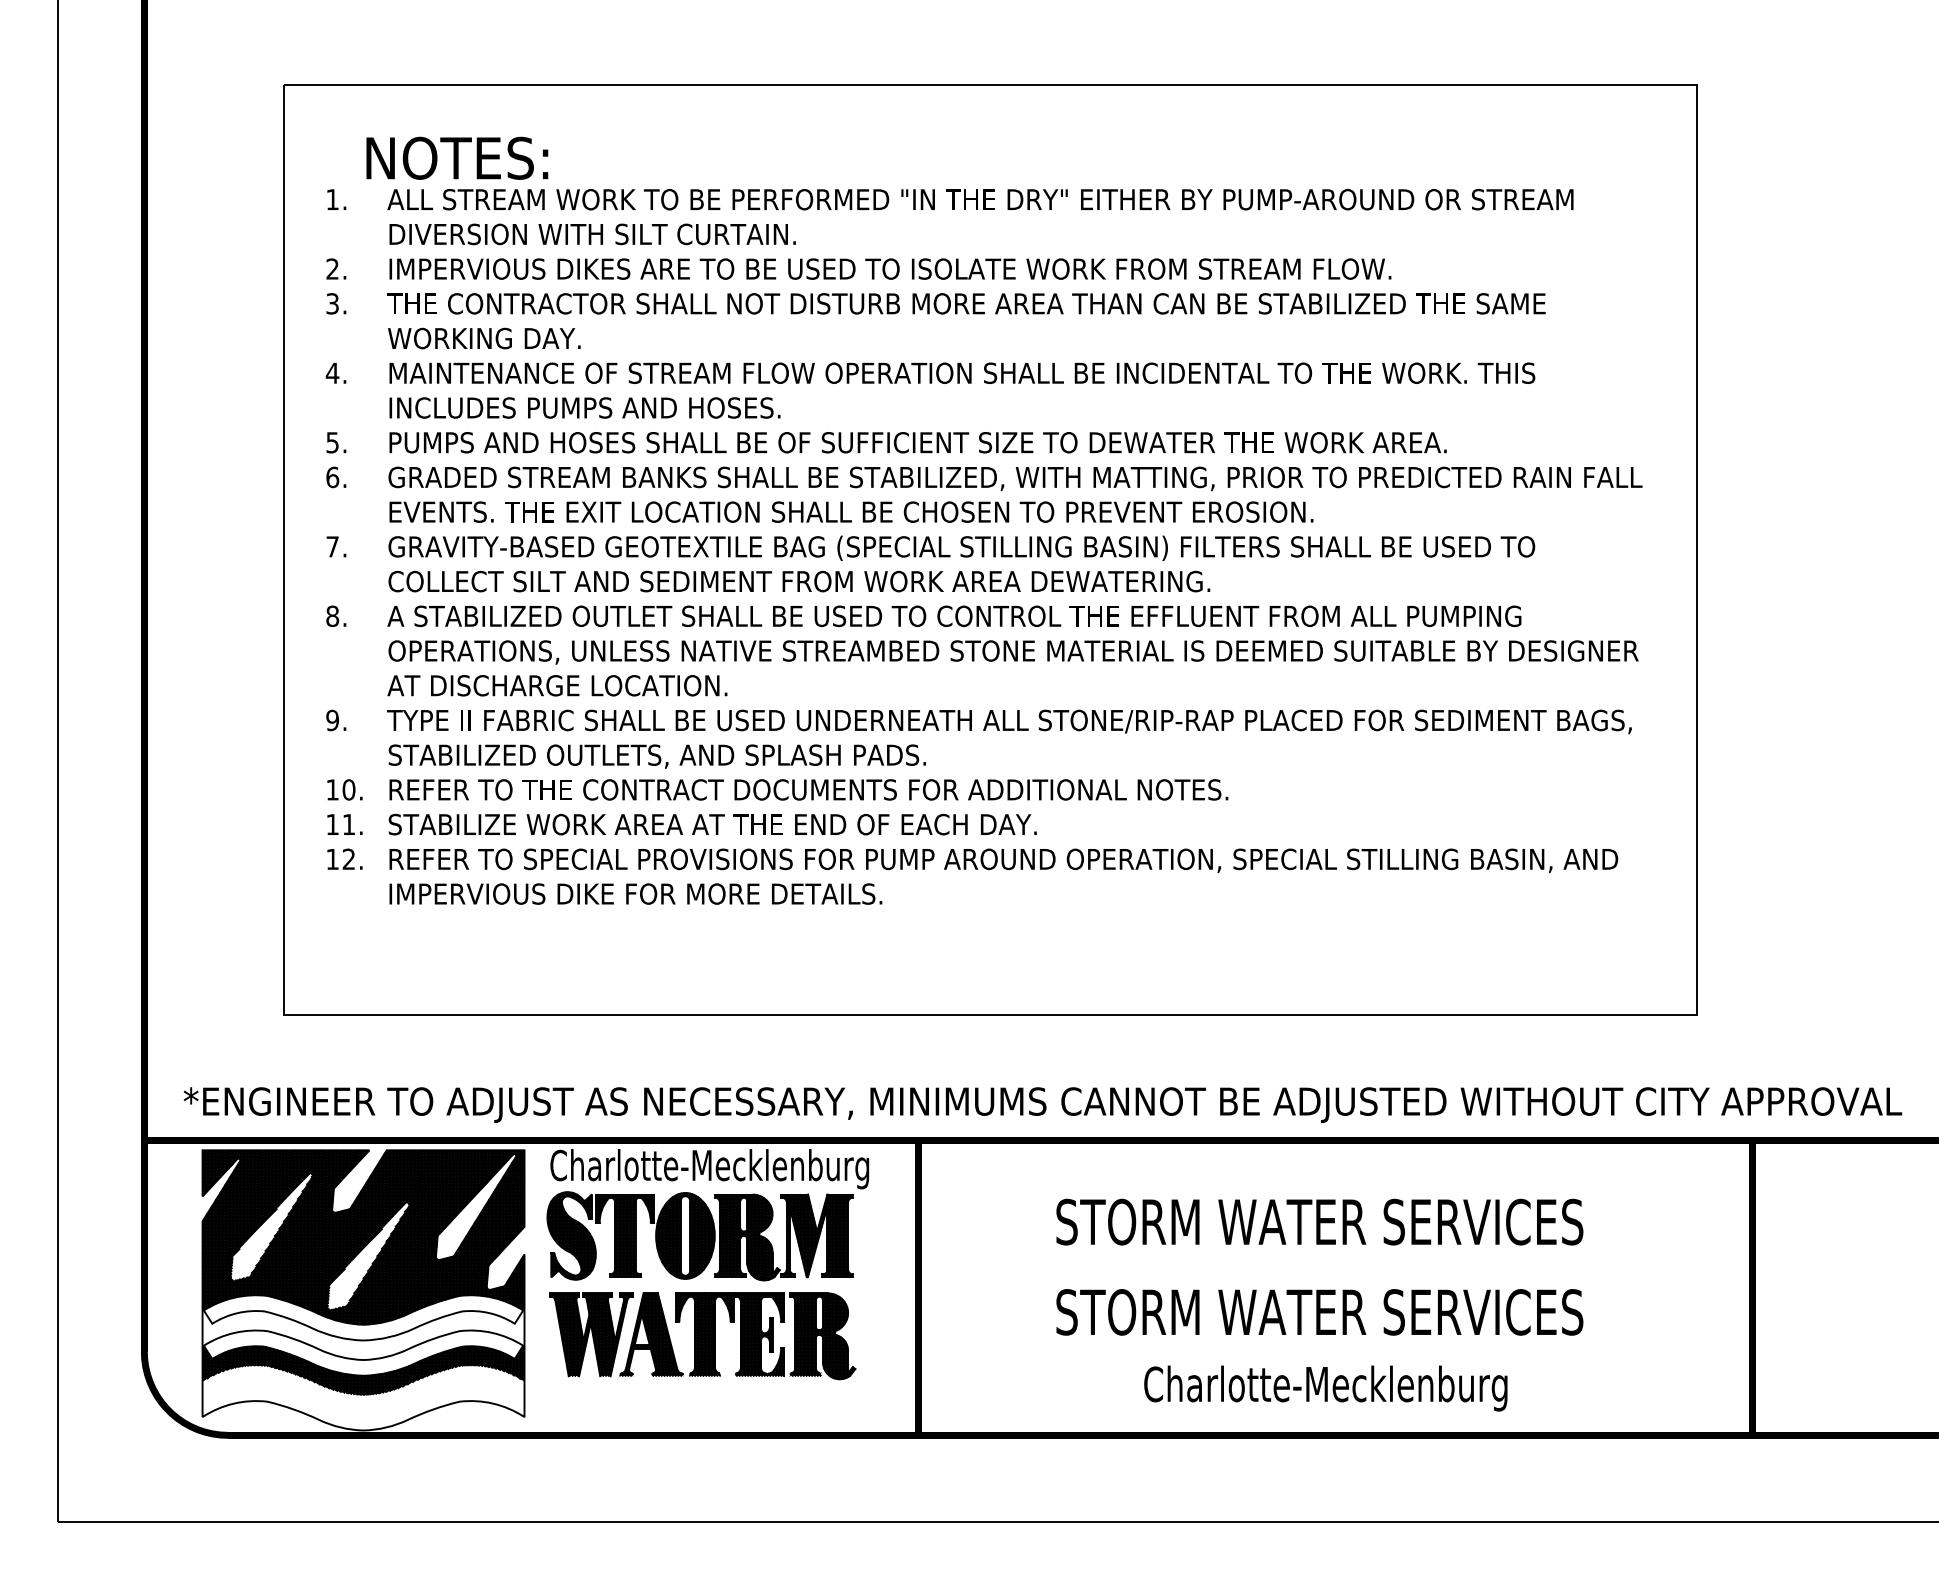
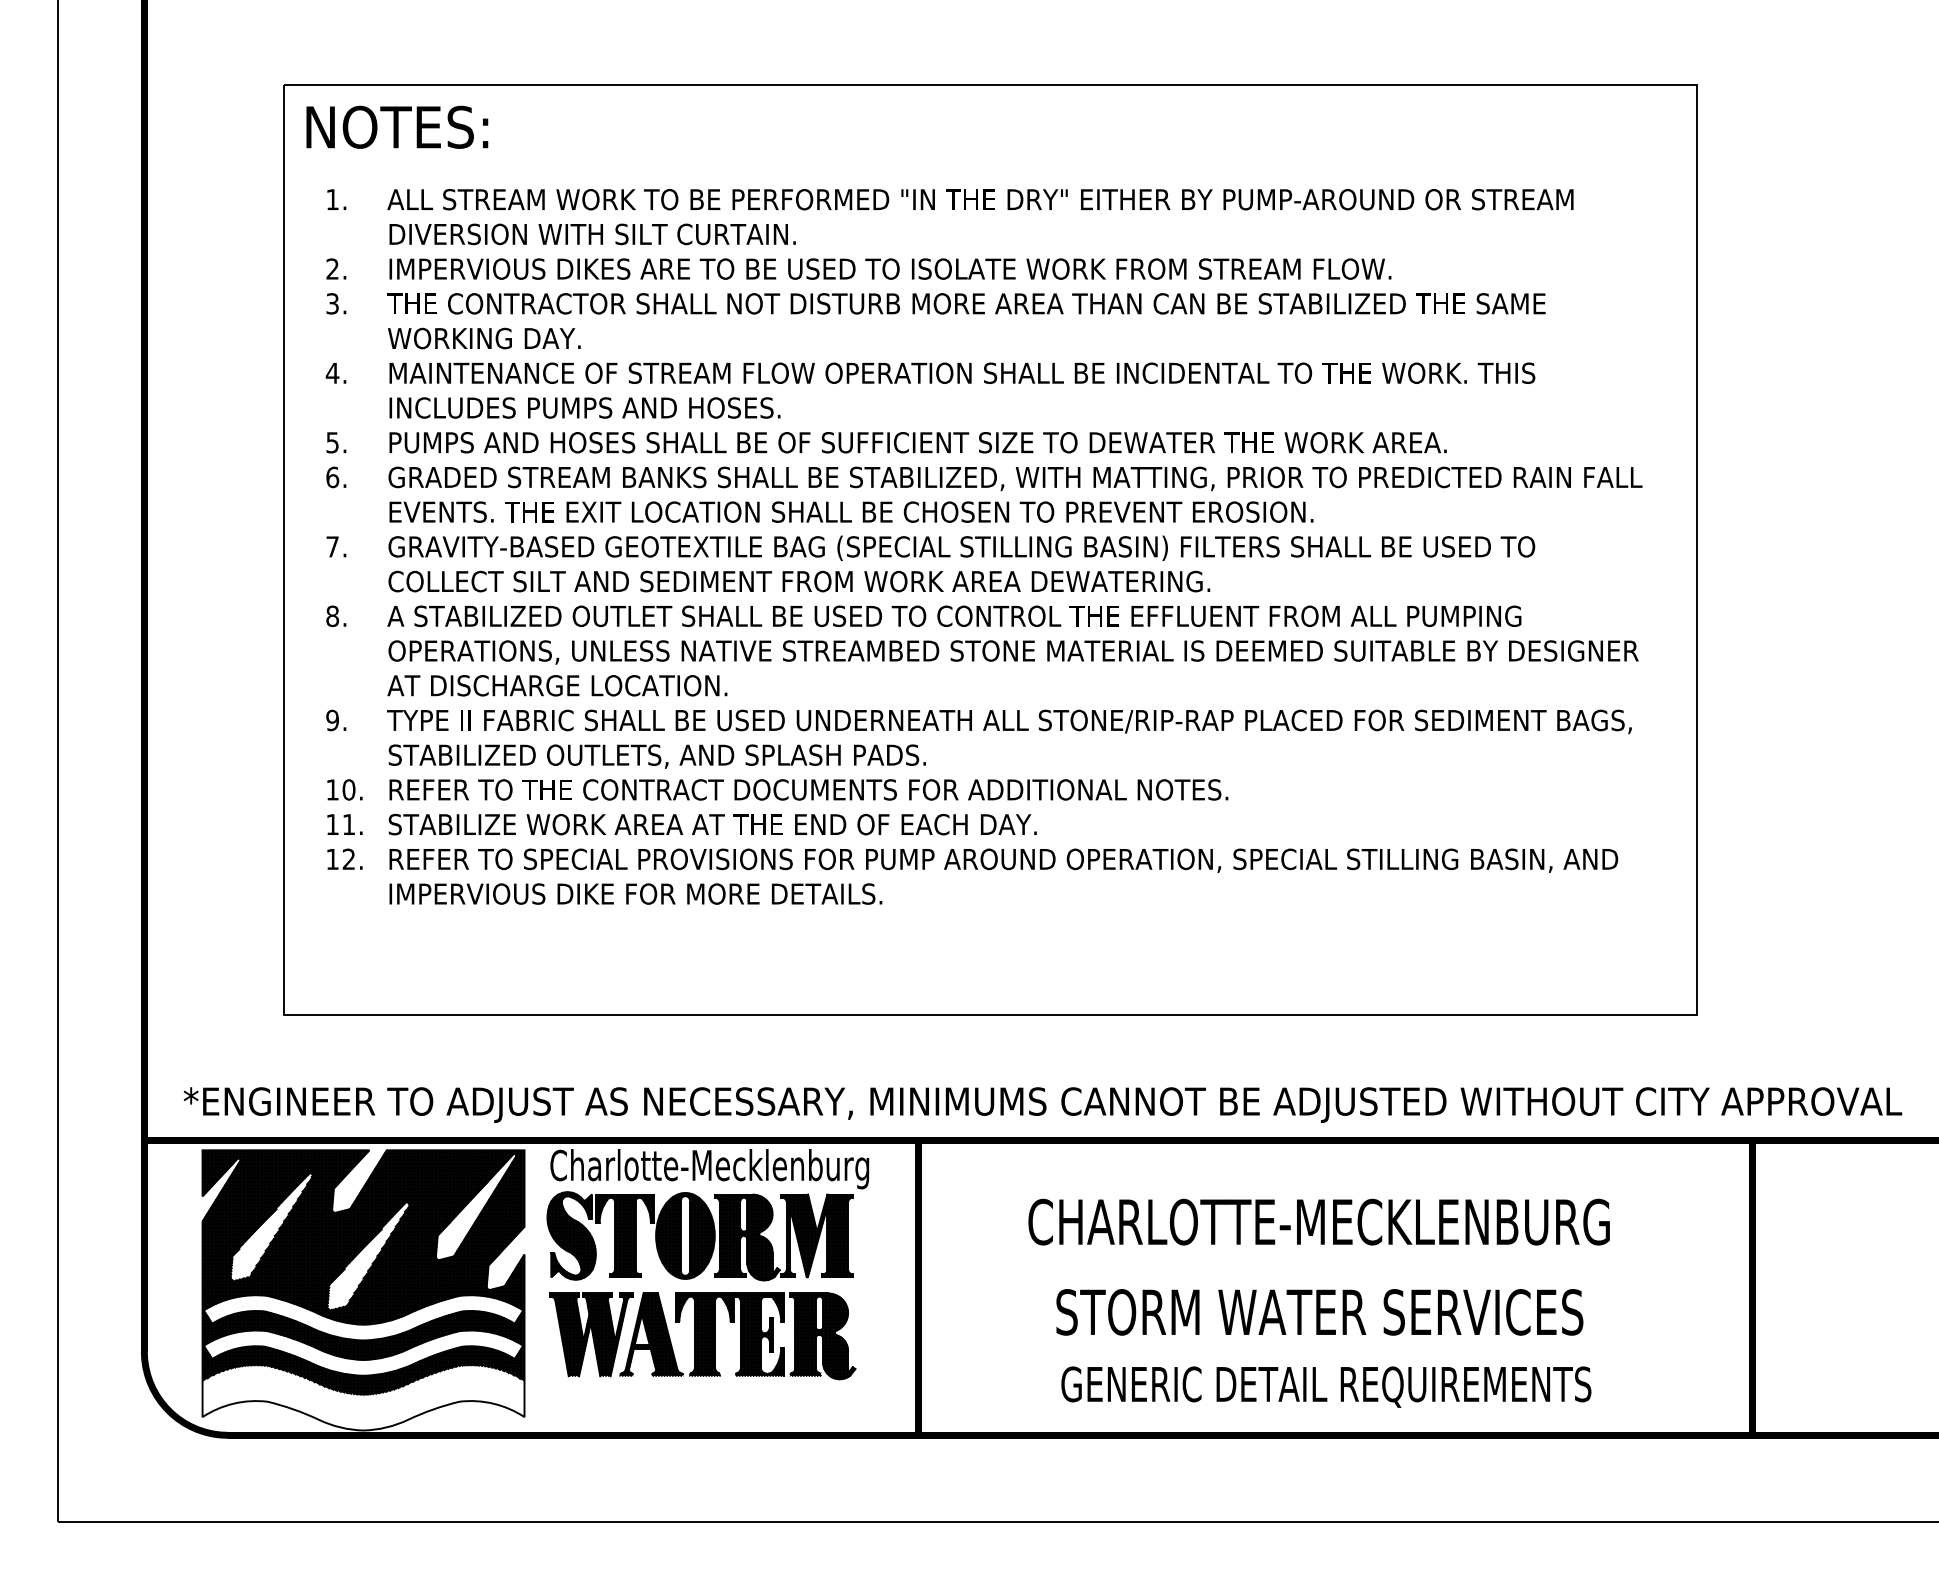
text at (457, 157) position: (457, 157) -> (397, 126)
text at (1318, 1221): STORM WATER SERVICES -> CHARLOTTE-MECKLENBURG
hatch at (363, 1334): none -> present
text at (1326, 1388): Charlotte-Mecklenburg -> GENERIC DETAIL REQUIREMENTS
